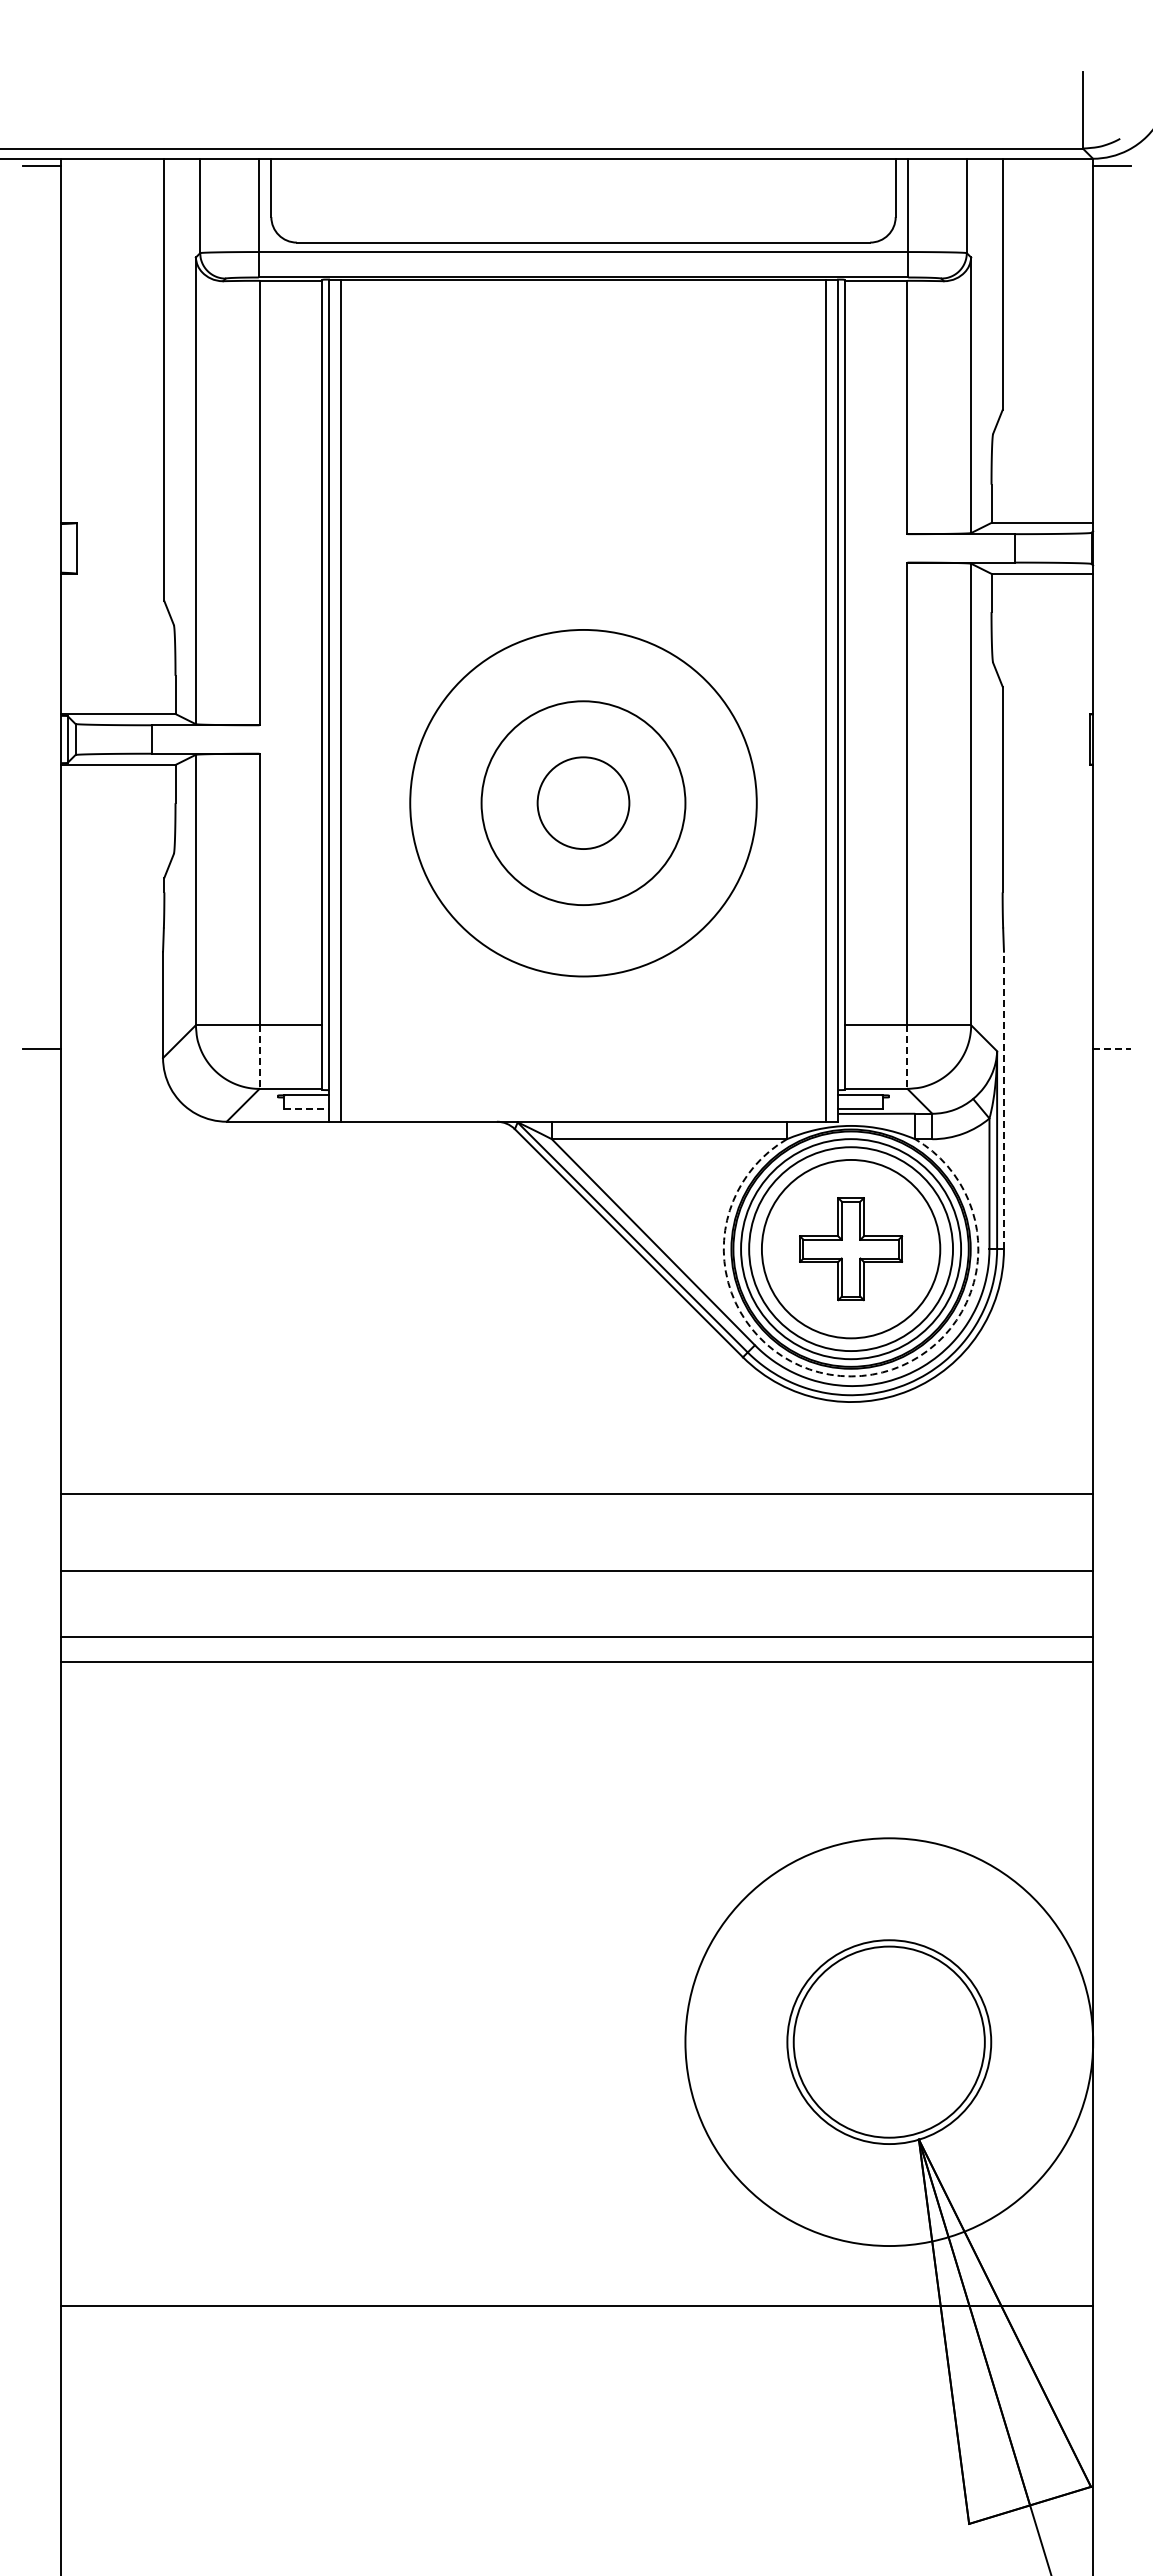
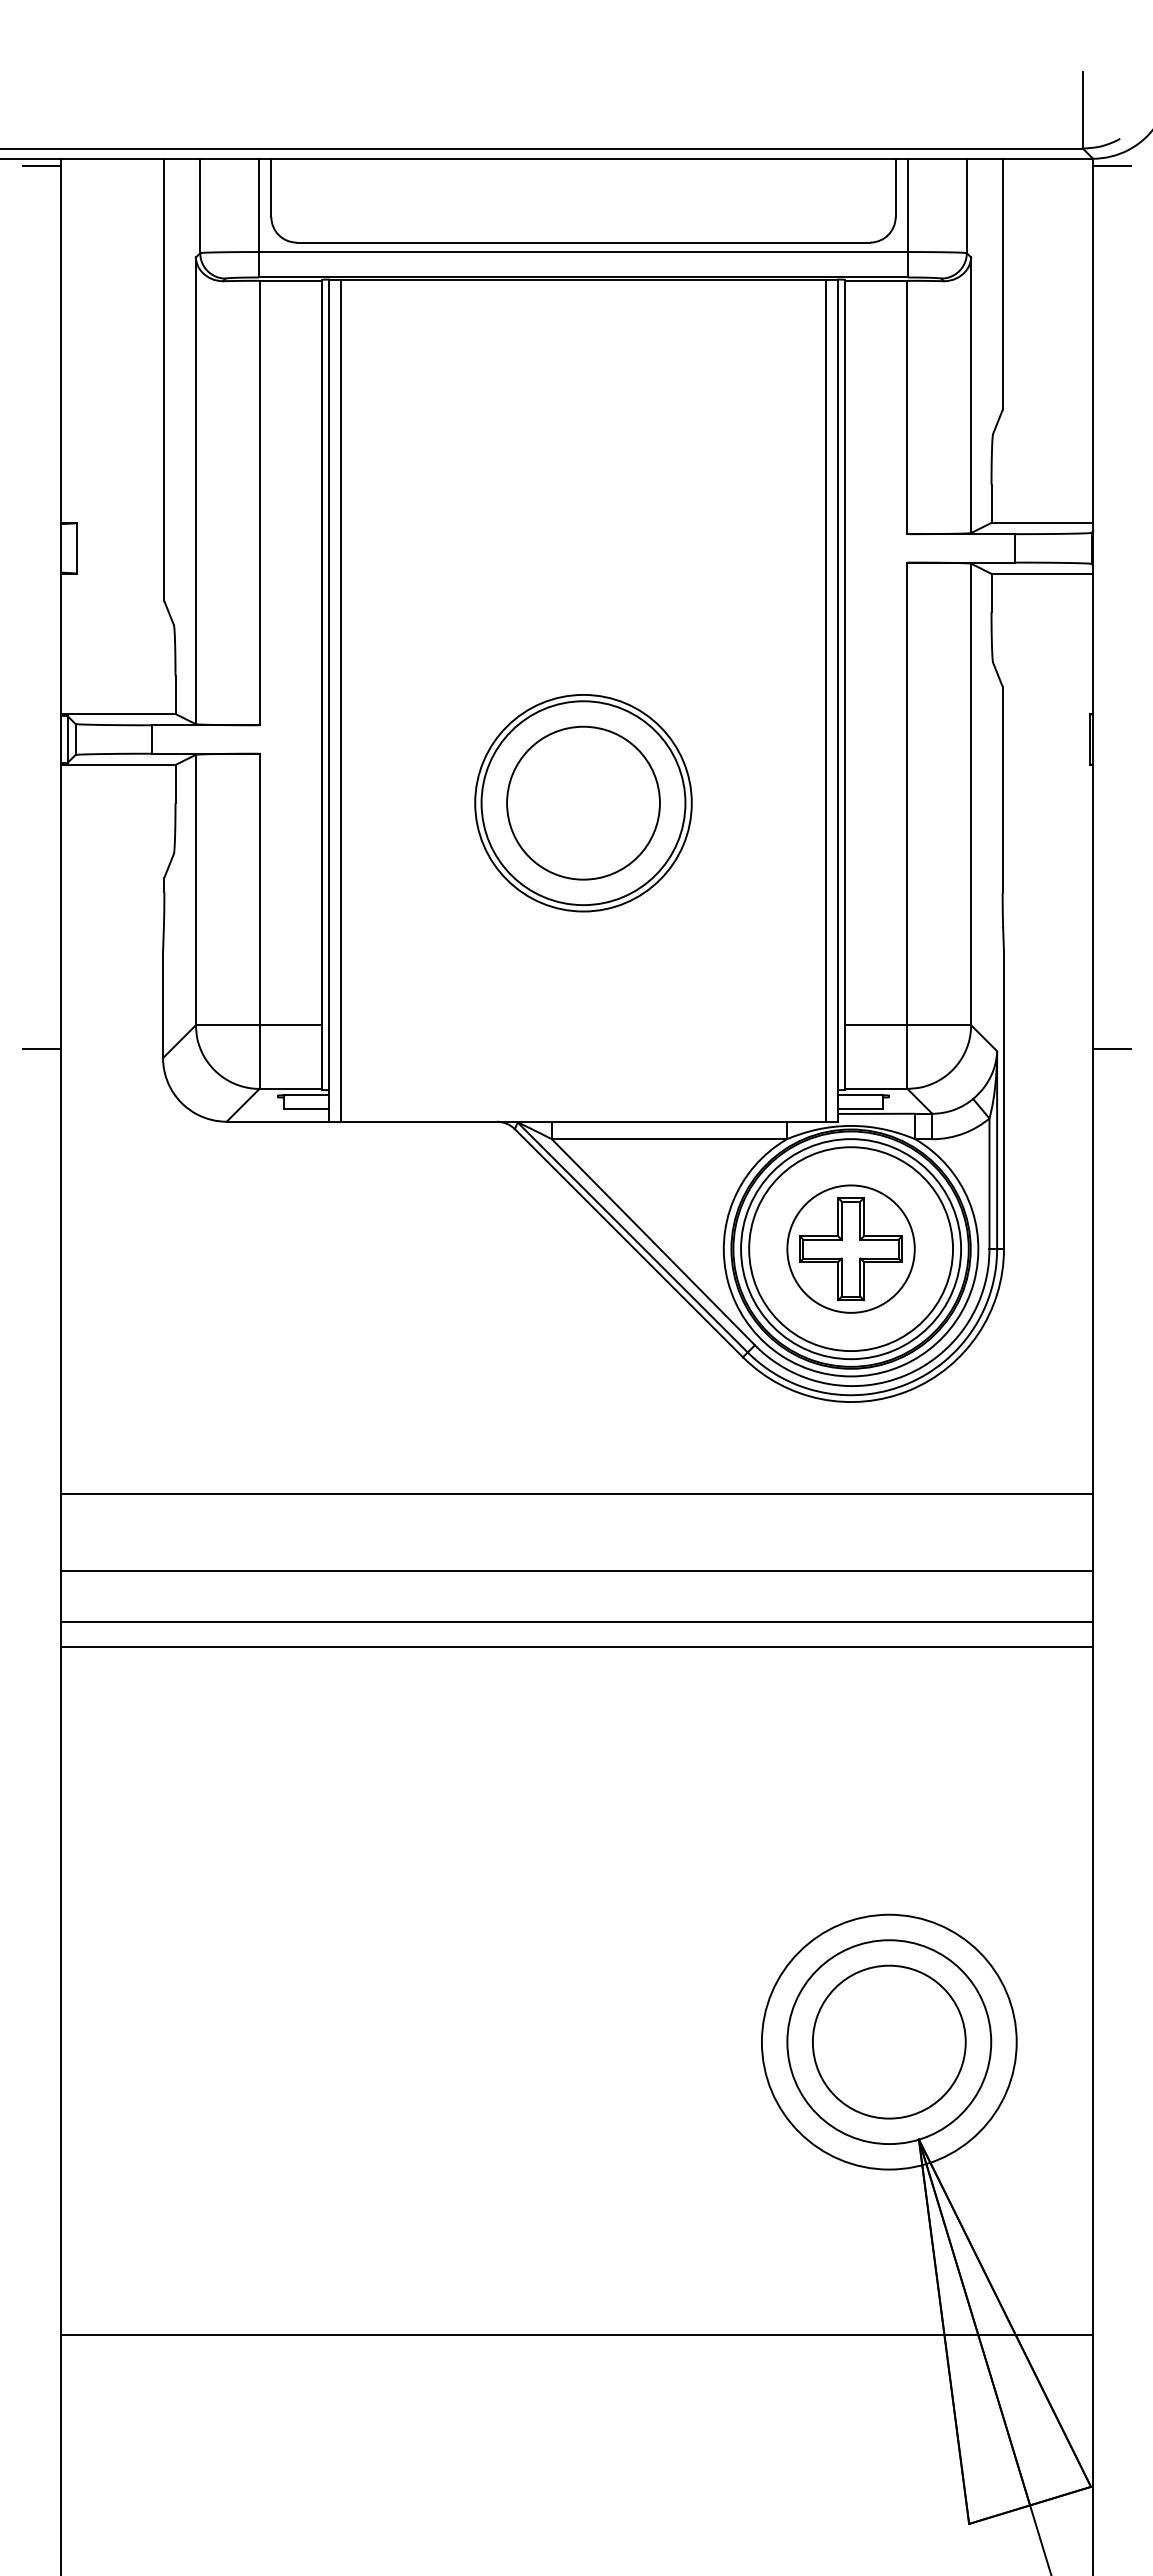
circle at (583, 802) diameter: 347 px -> 217 px
circle at (583, 803) diameter: 92 px -> 153 px
line at (1112, 1048): dashed -> solid
line at (259, 1057): dashed -> solid
line at (907, 1057): dashed -> solid
line at (1003, 1100): dashed -> solid
line at (306, 1109): dashed -> solid
circle at (850, 1248) diameter: 178 px -> 127 px
arc at (851, 1376): dashed -> solid
line at (577, 1636) position: (577, 1636) -> (577, 1621)
line at (577, 1662) position: (577, 1662) -> (577, 1647)
circle at (888, 2041) diameter: 191 px -> 153 px
circle at (889, 2042) diameter: 408 px -> 255 px
line at (577, 2306) position: (577, 2306) -> (577, 2335)
